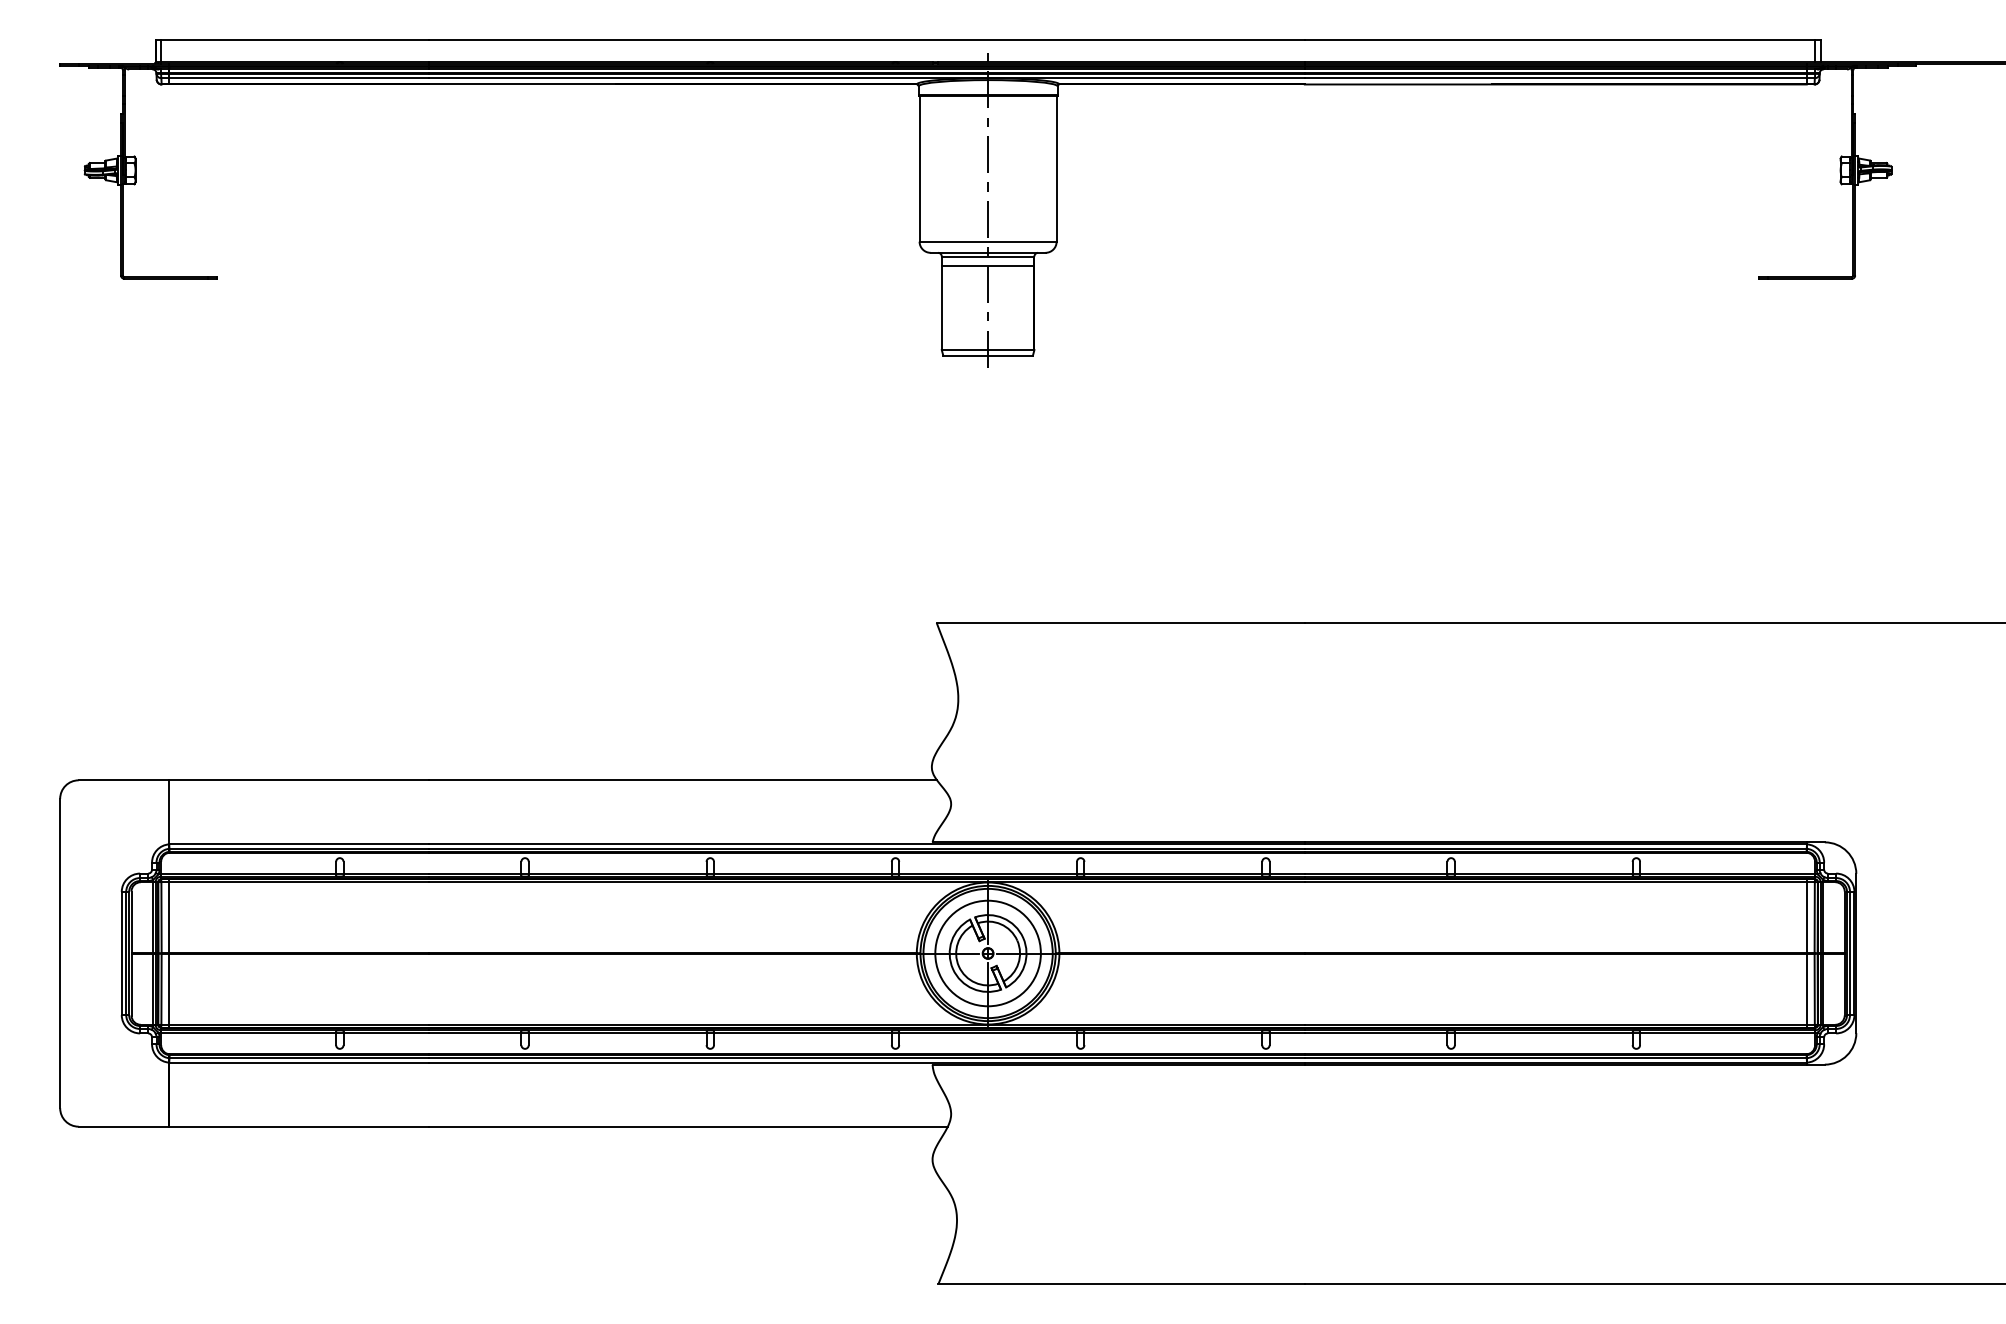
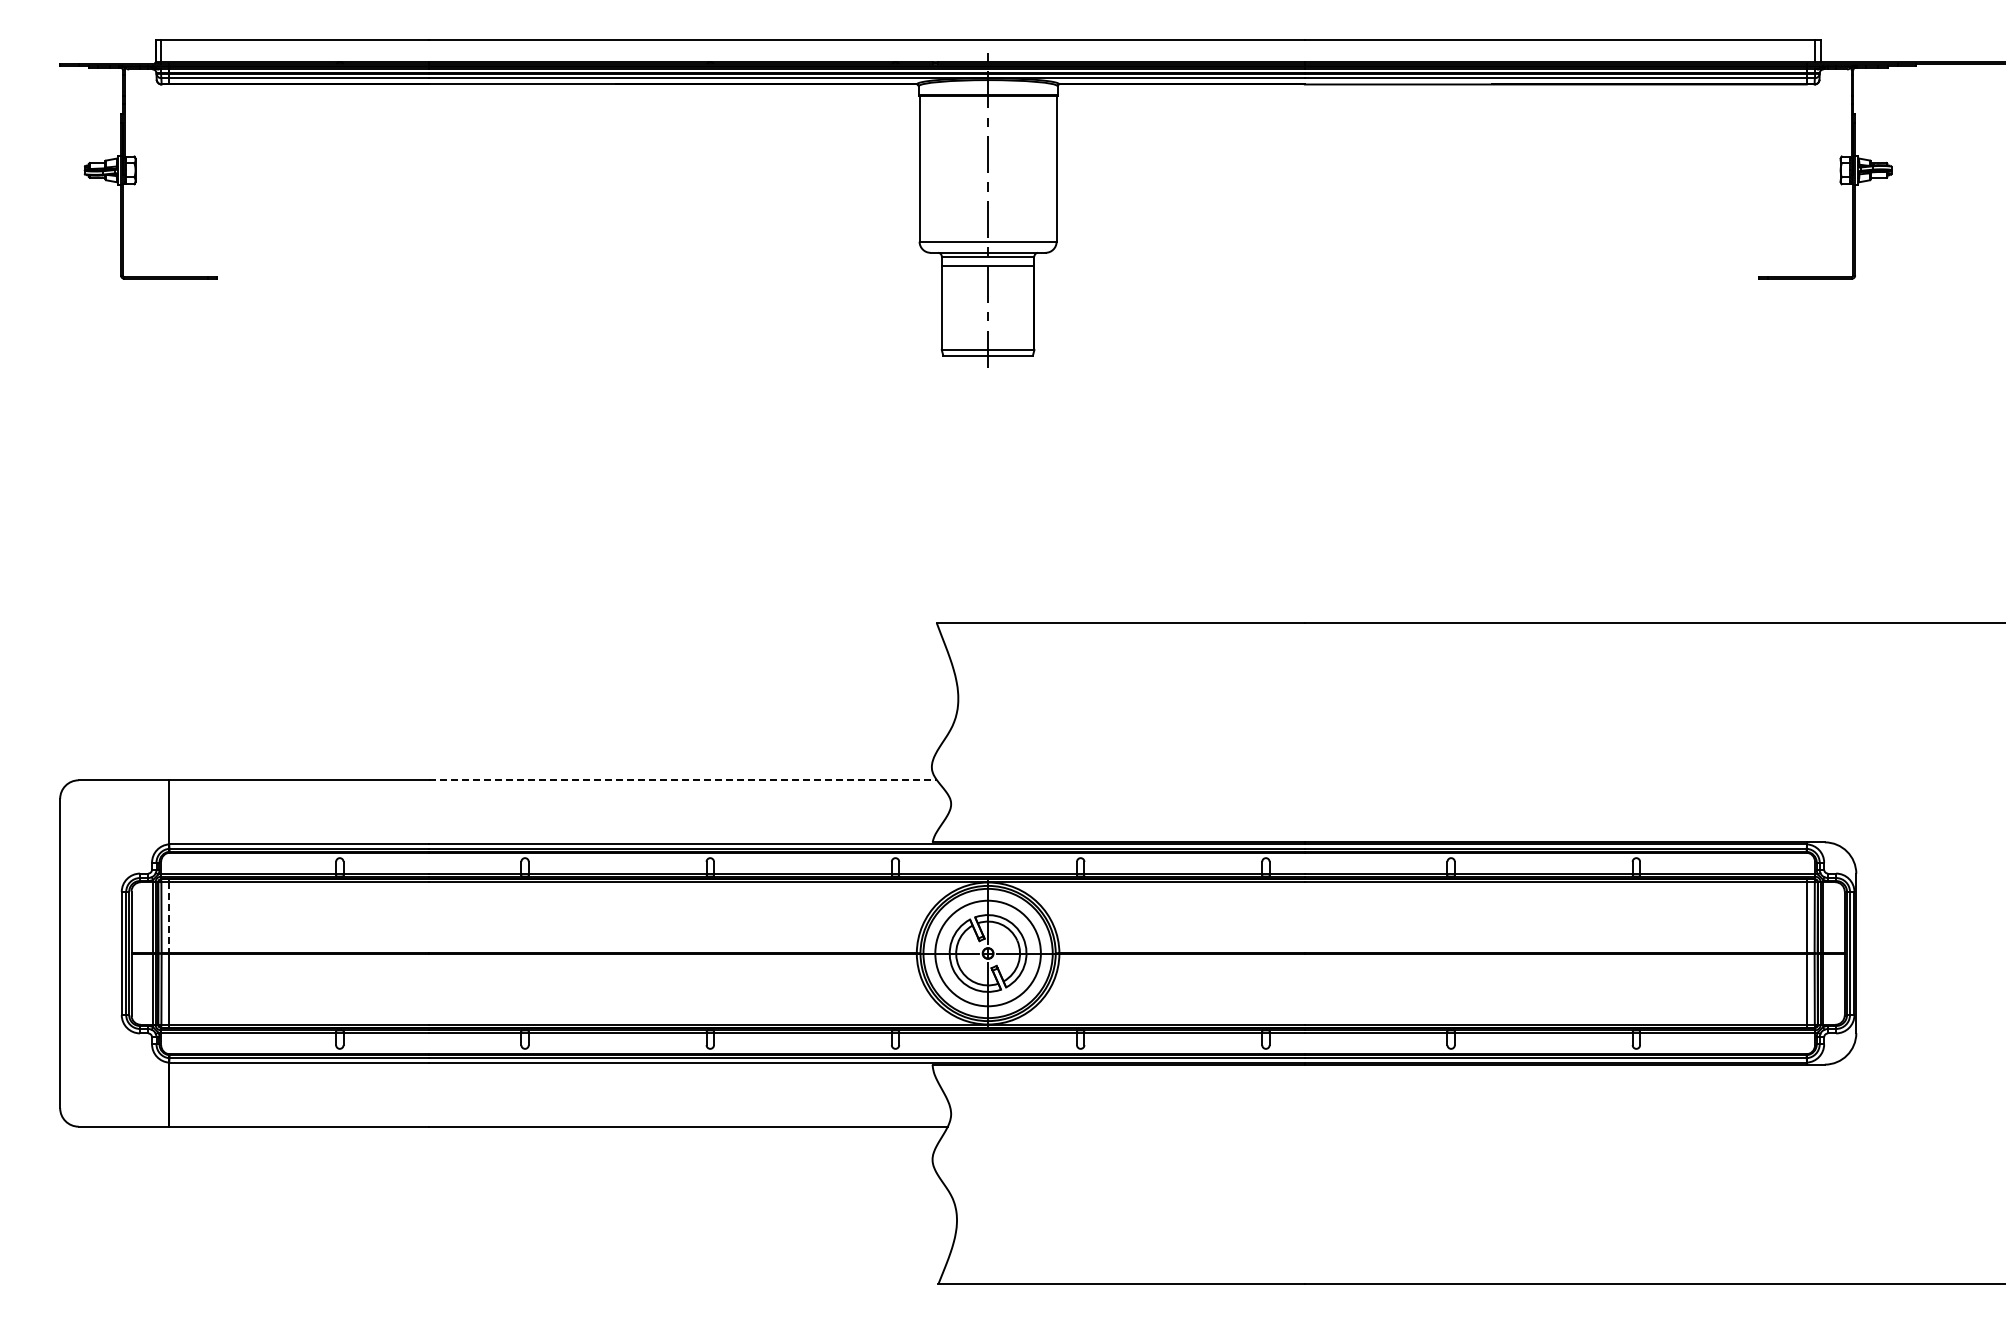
line at (683, 780): solid -> dashed
line at (169, 917): solid -> dashed
